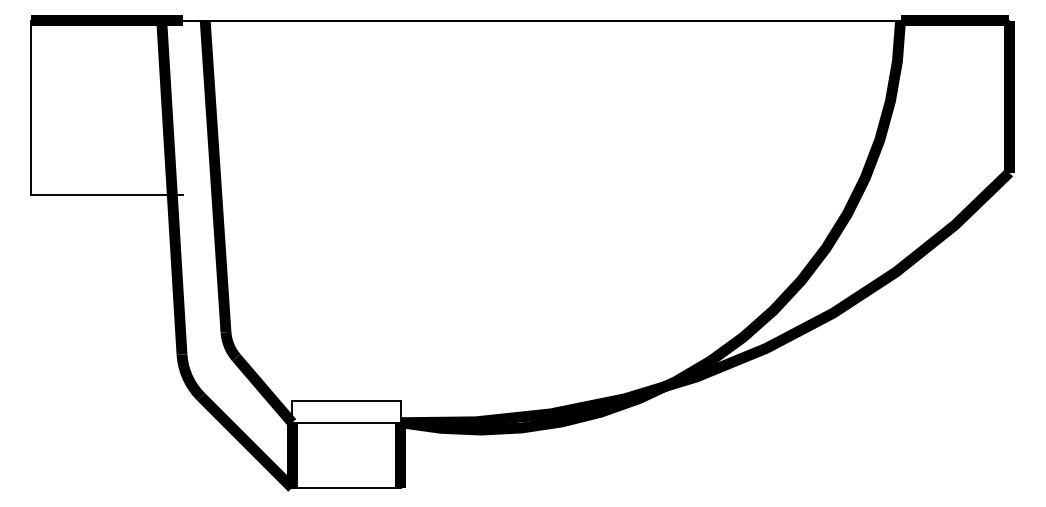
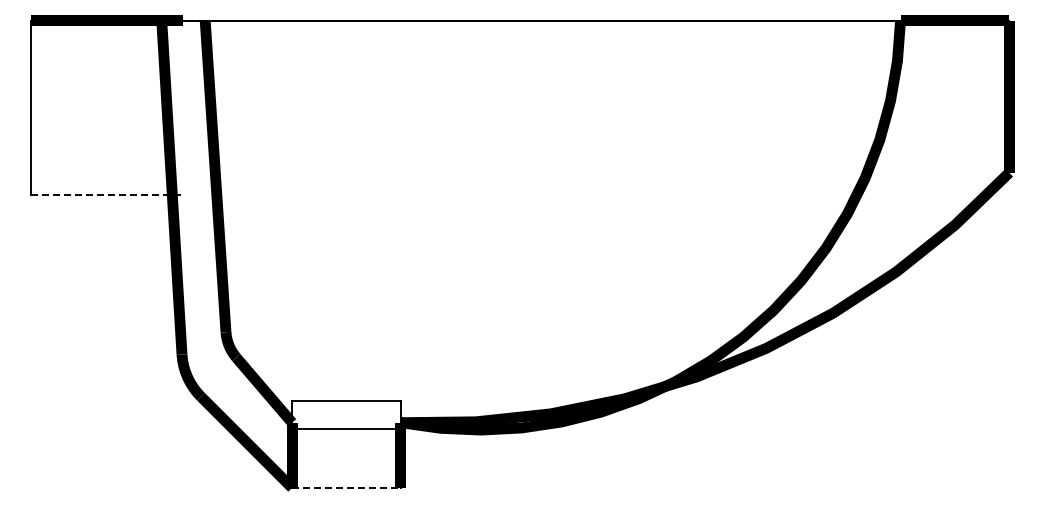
line at (107, 194): solid -> dashed
line at (346, 422) position: (346, 422) -> (346, 428)
line at (346, 487): solid -> dashed
